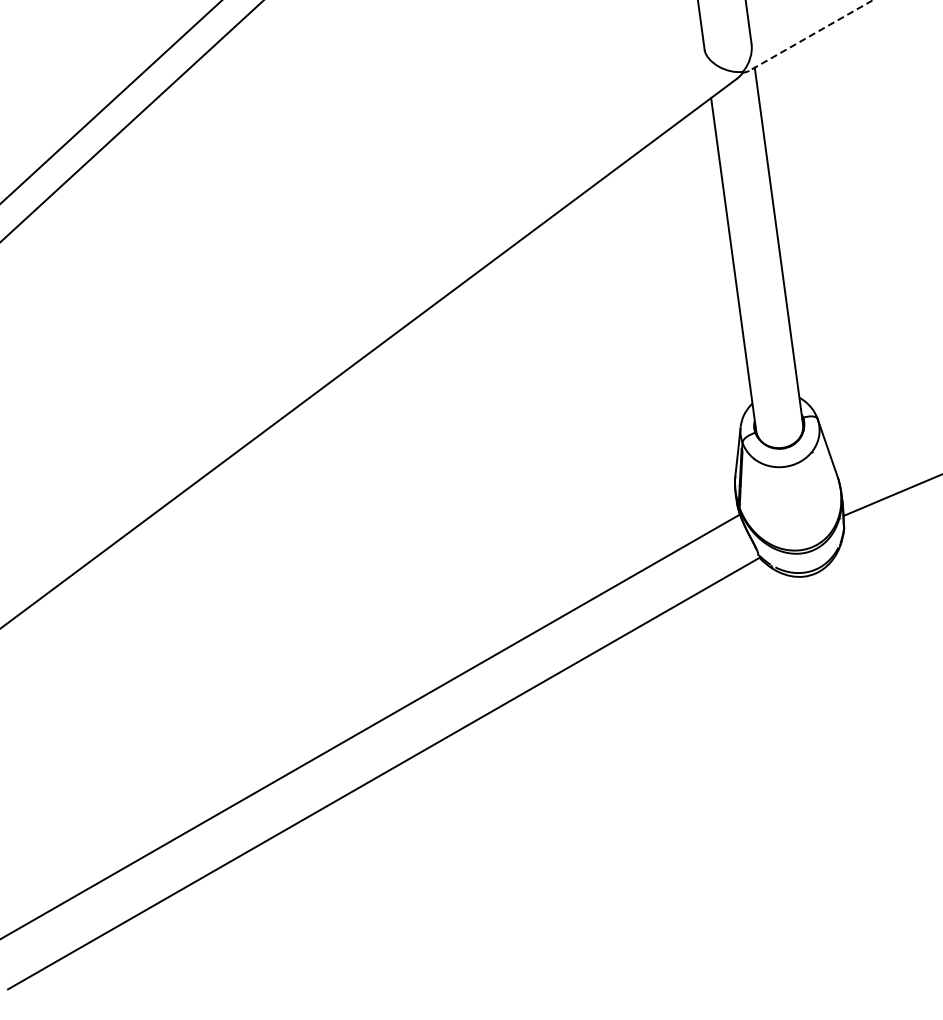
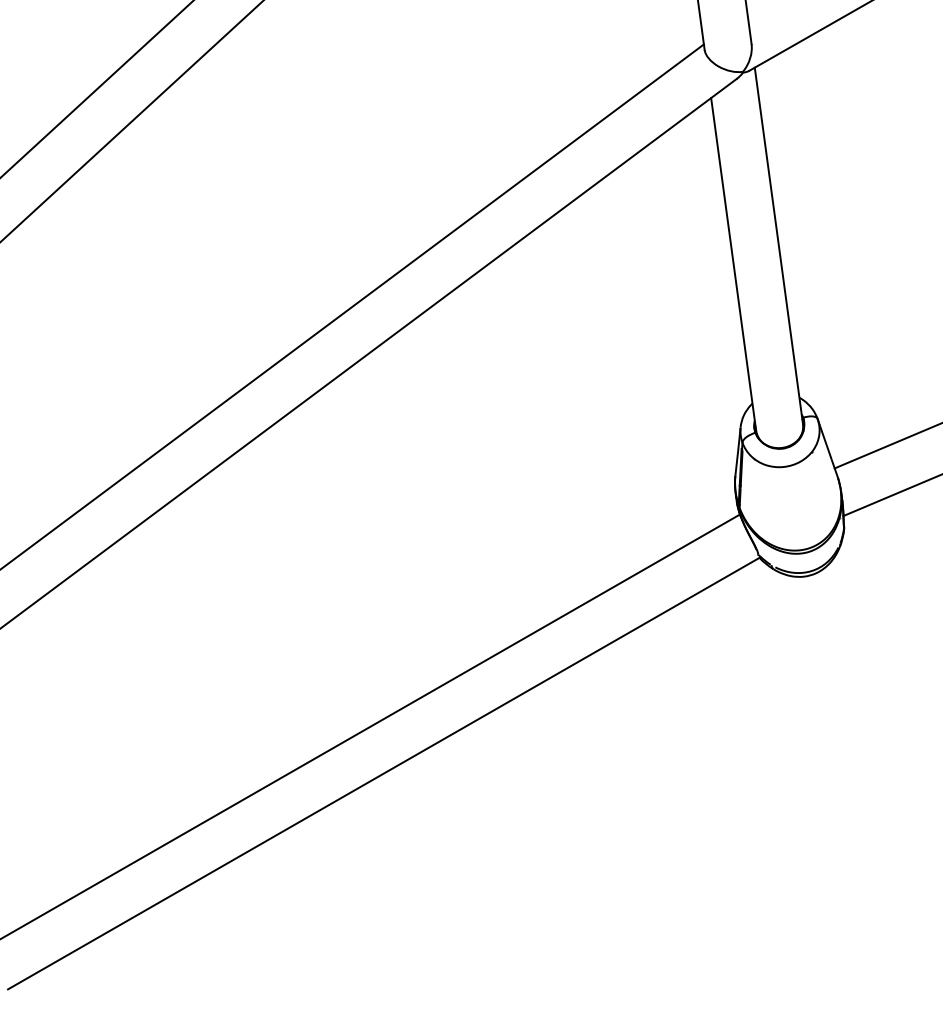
line at (810, 35): dashed -> solid
line at (110, 102) position: (110, 102) -> (96, 89)
line at (352, 305): none -> present
line at (886, 446): none -> present
